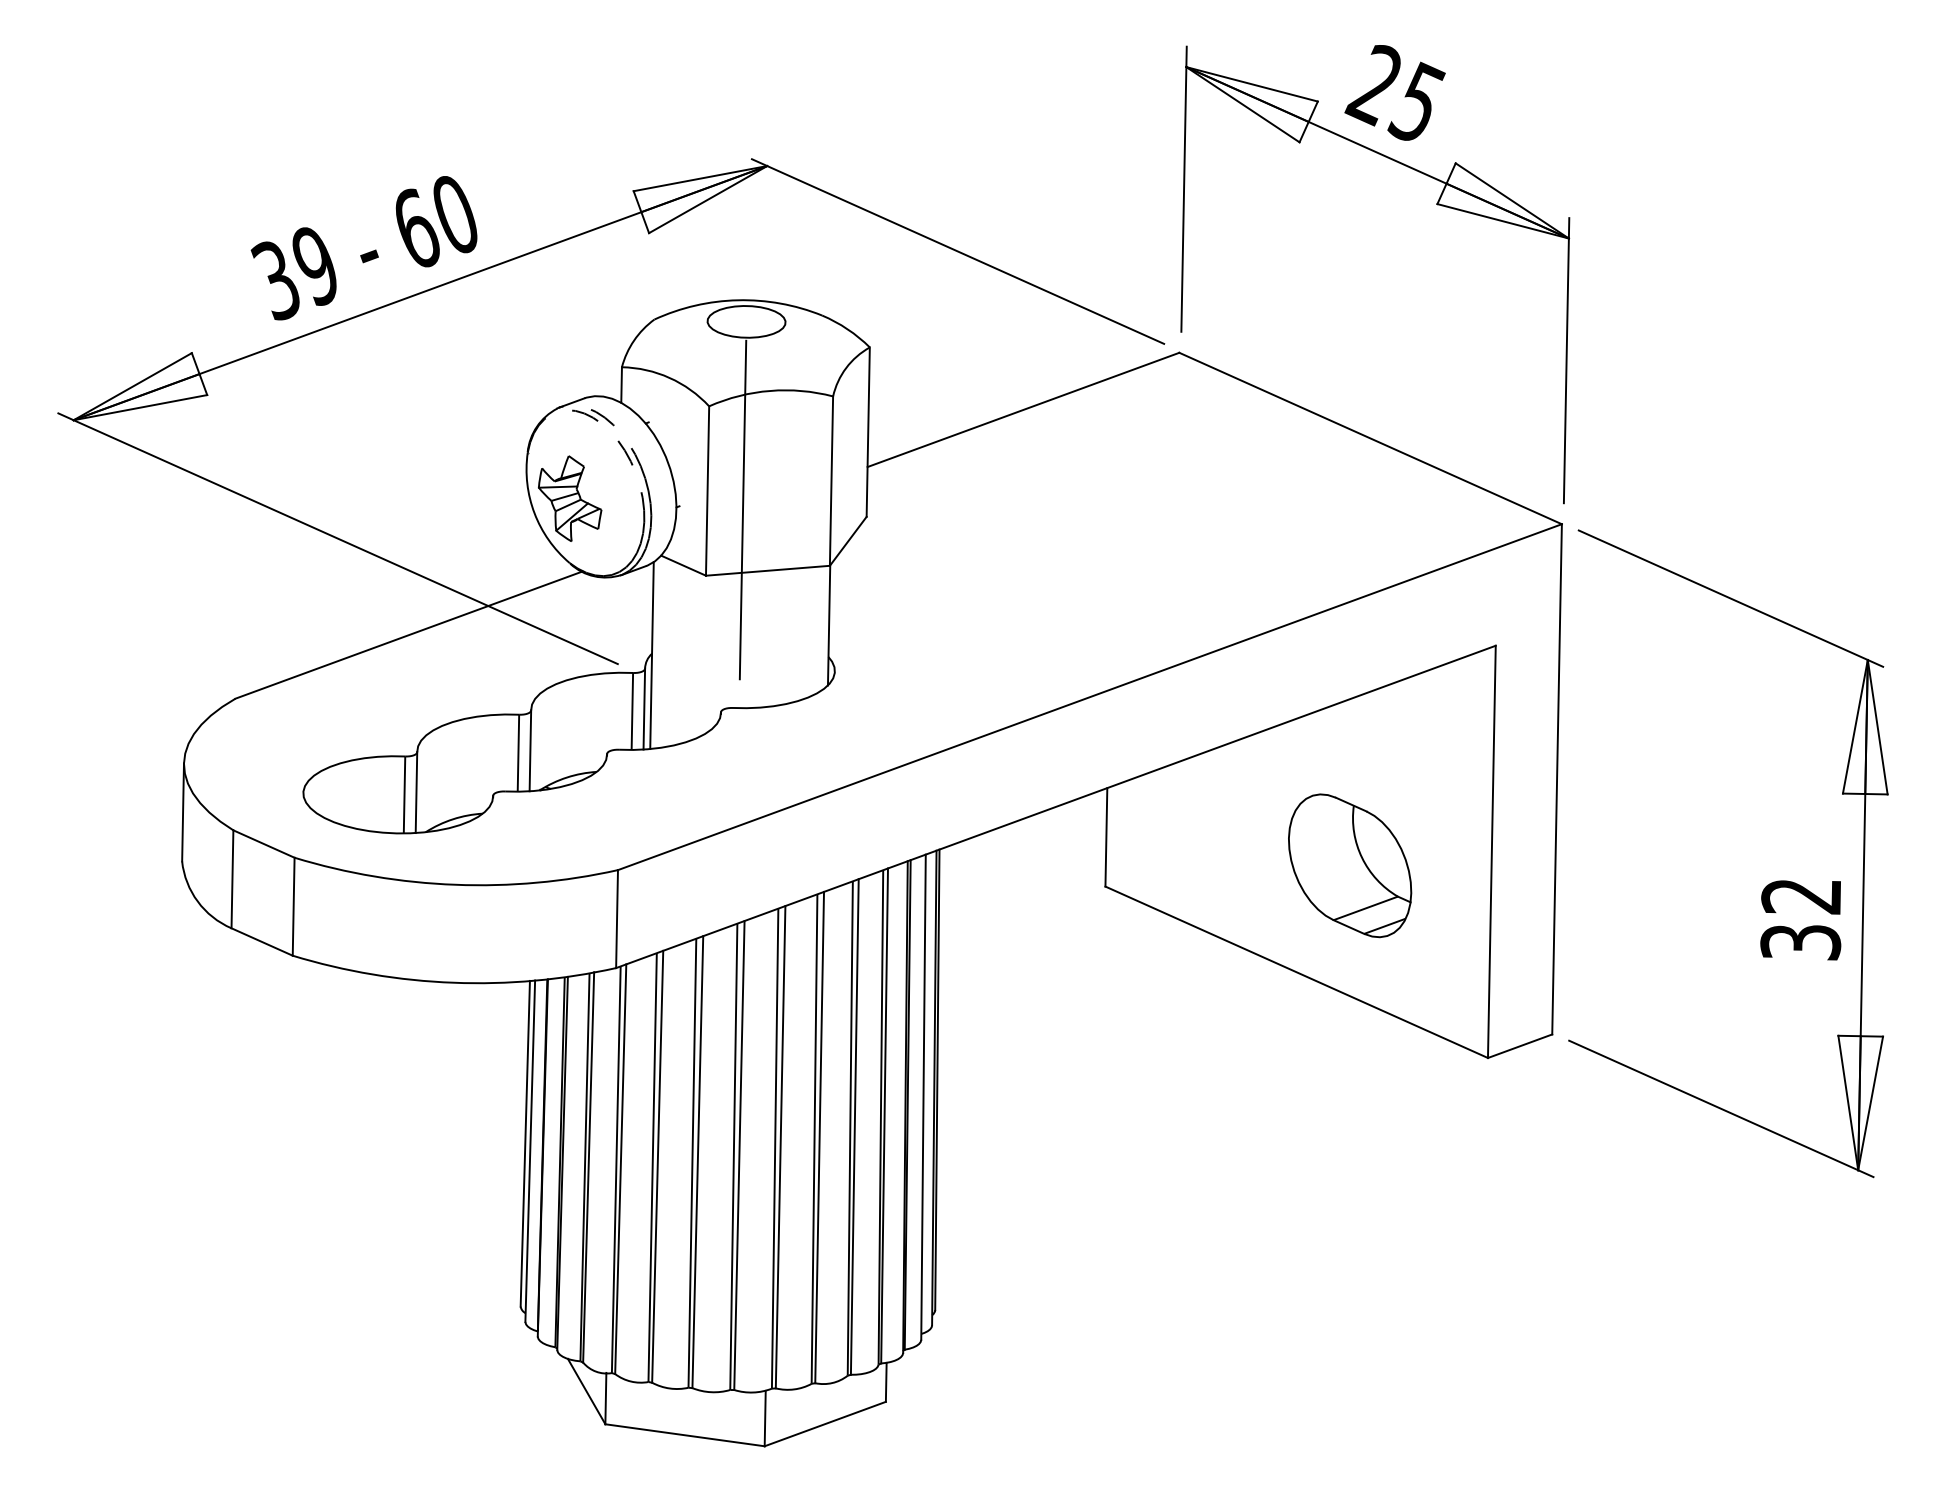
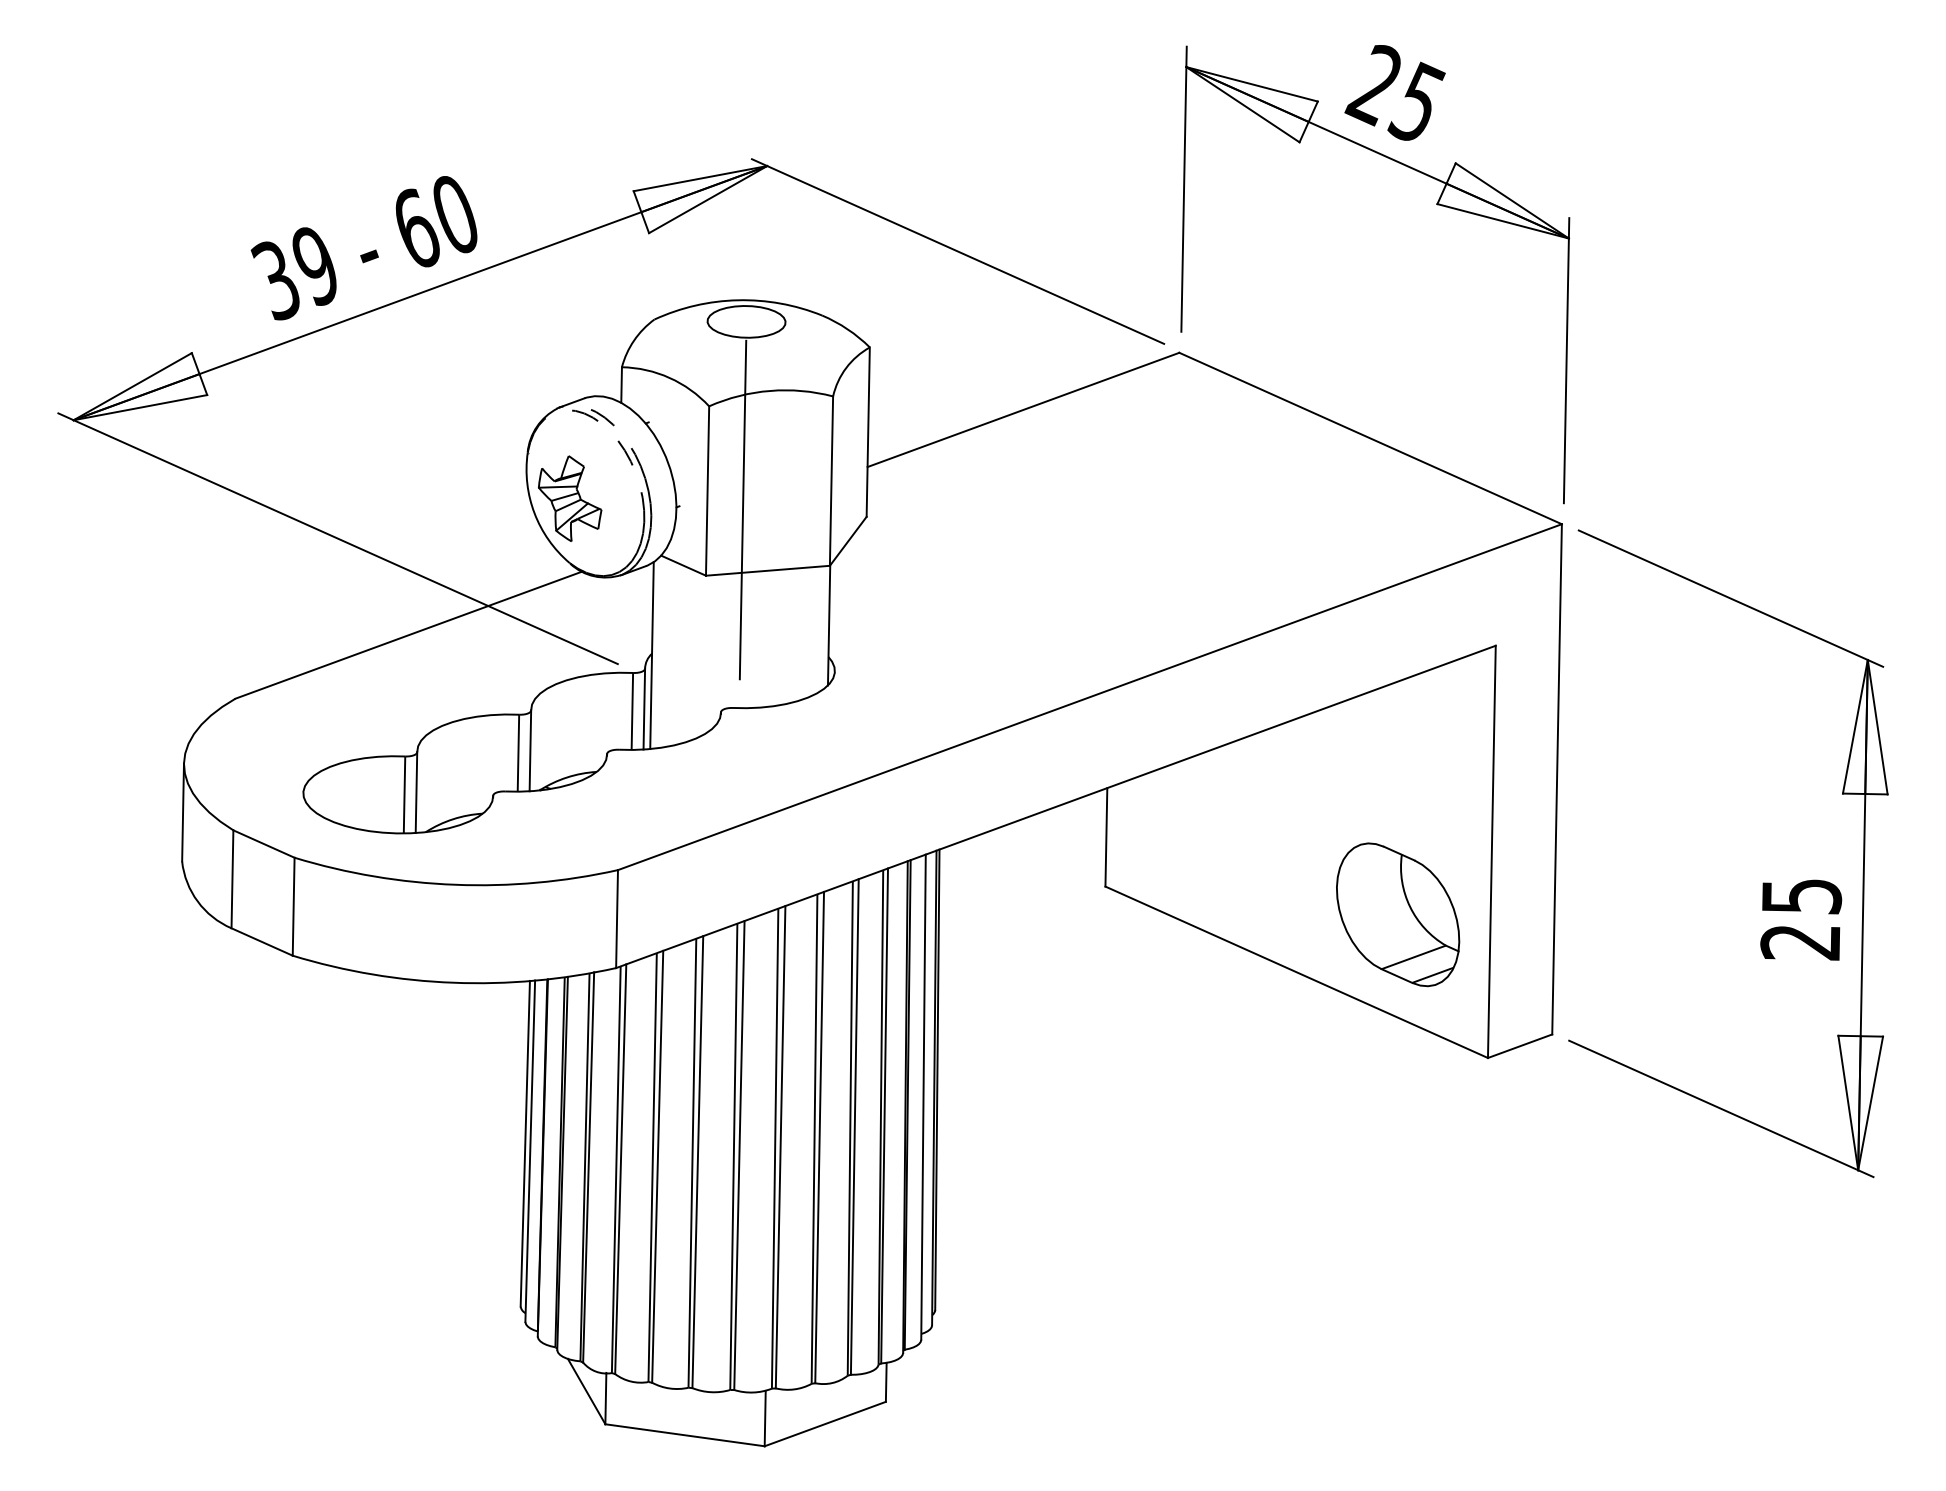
part at (1350, 865) position: (1350, 865) -> (1398, 914)
text at (1801, 919): 32 -> 25
